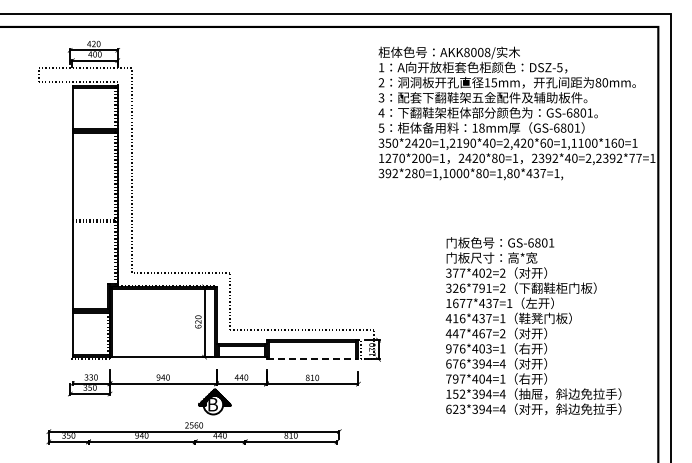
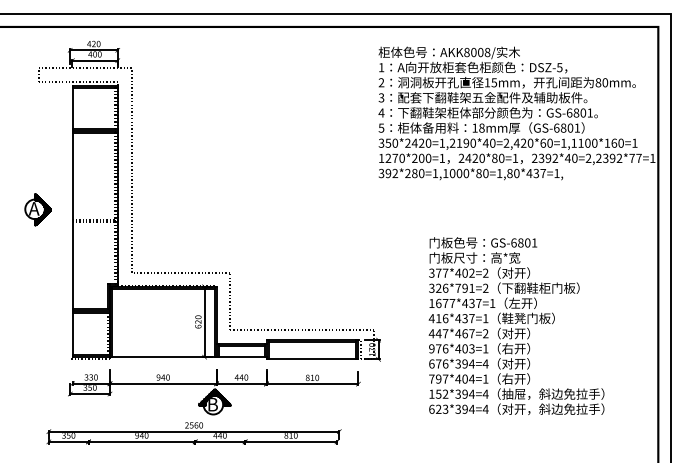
part at (37, 209): none -> present
text at (533, 325) position: (533, 325) -> (516, 325)
line at (312, 359): dashed -> solid
